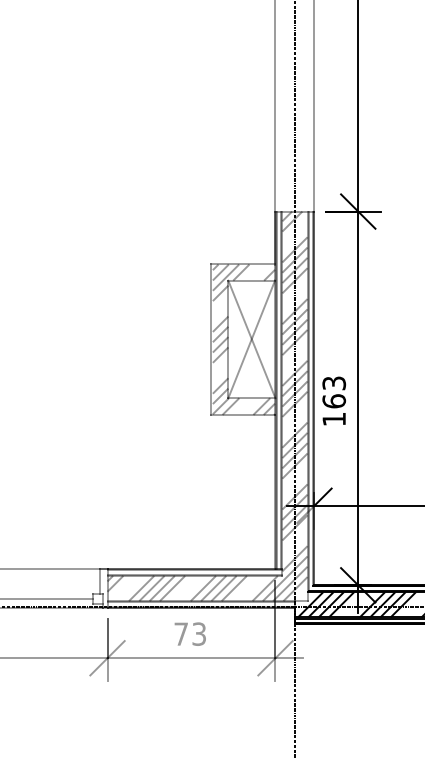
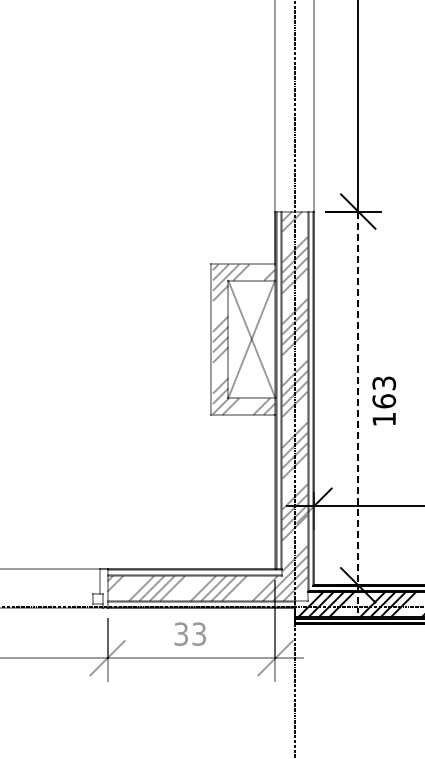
text at (334, 400) position: (334, 400) -> (384, 400)
line at (358, 412): solid -> dashed
line at (47, 598): present -> none
text at (180, 633): 73 -> 33
